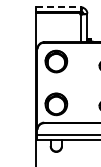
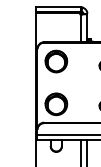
line at (59, 7): dashed -> solid
line at (81, 151): none -> present
line at (87, 151): none -> present
